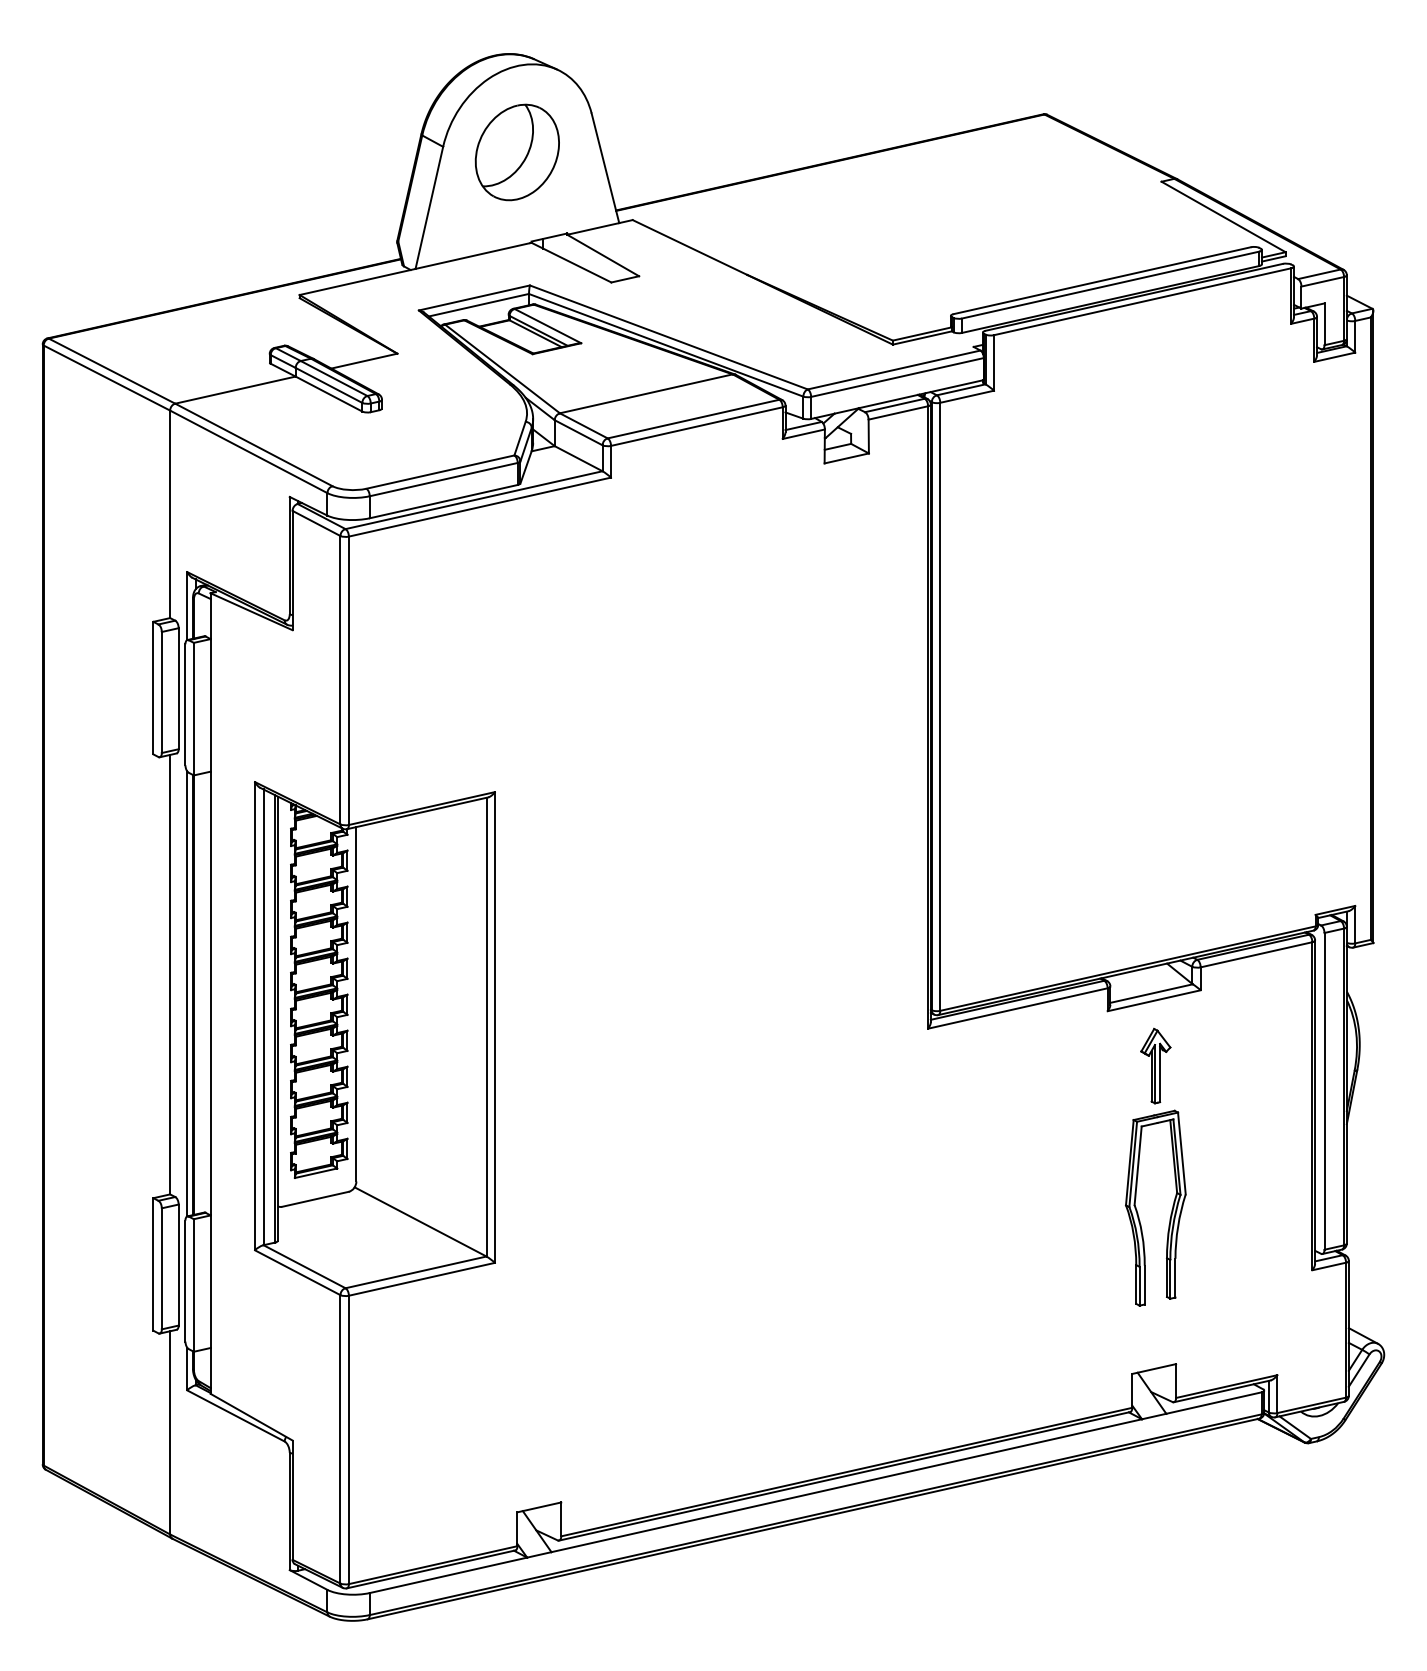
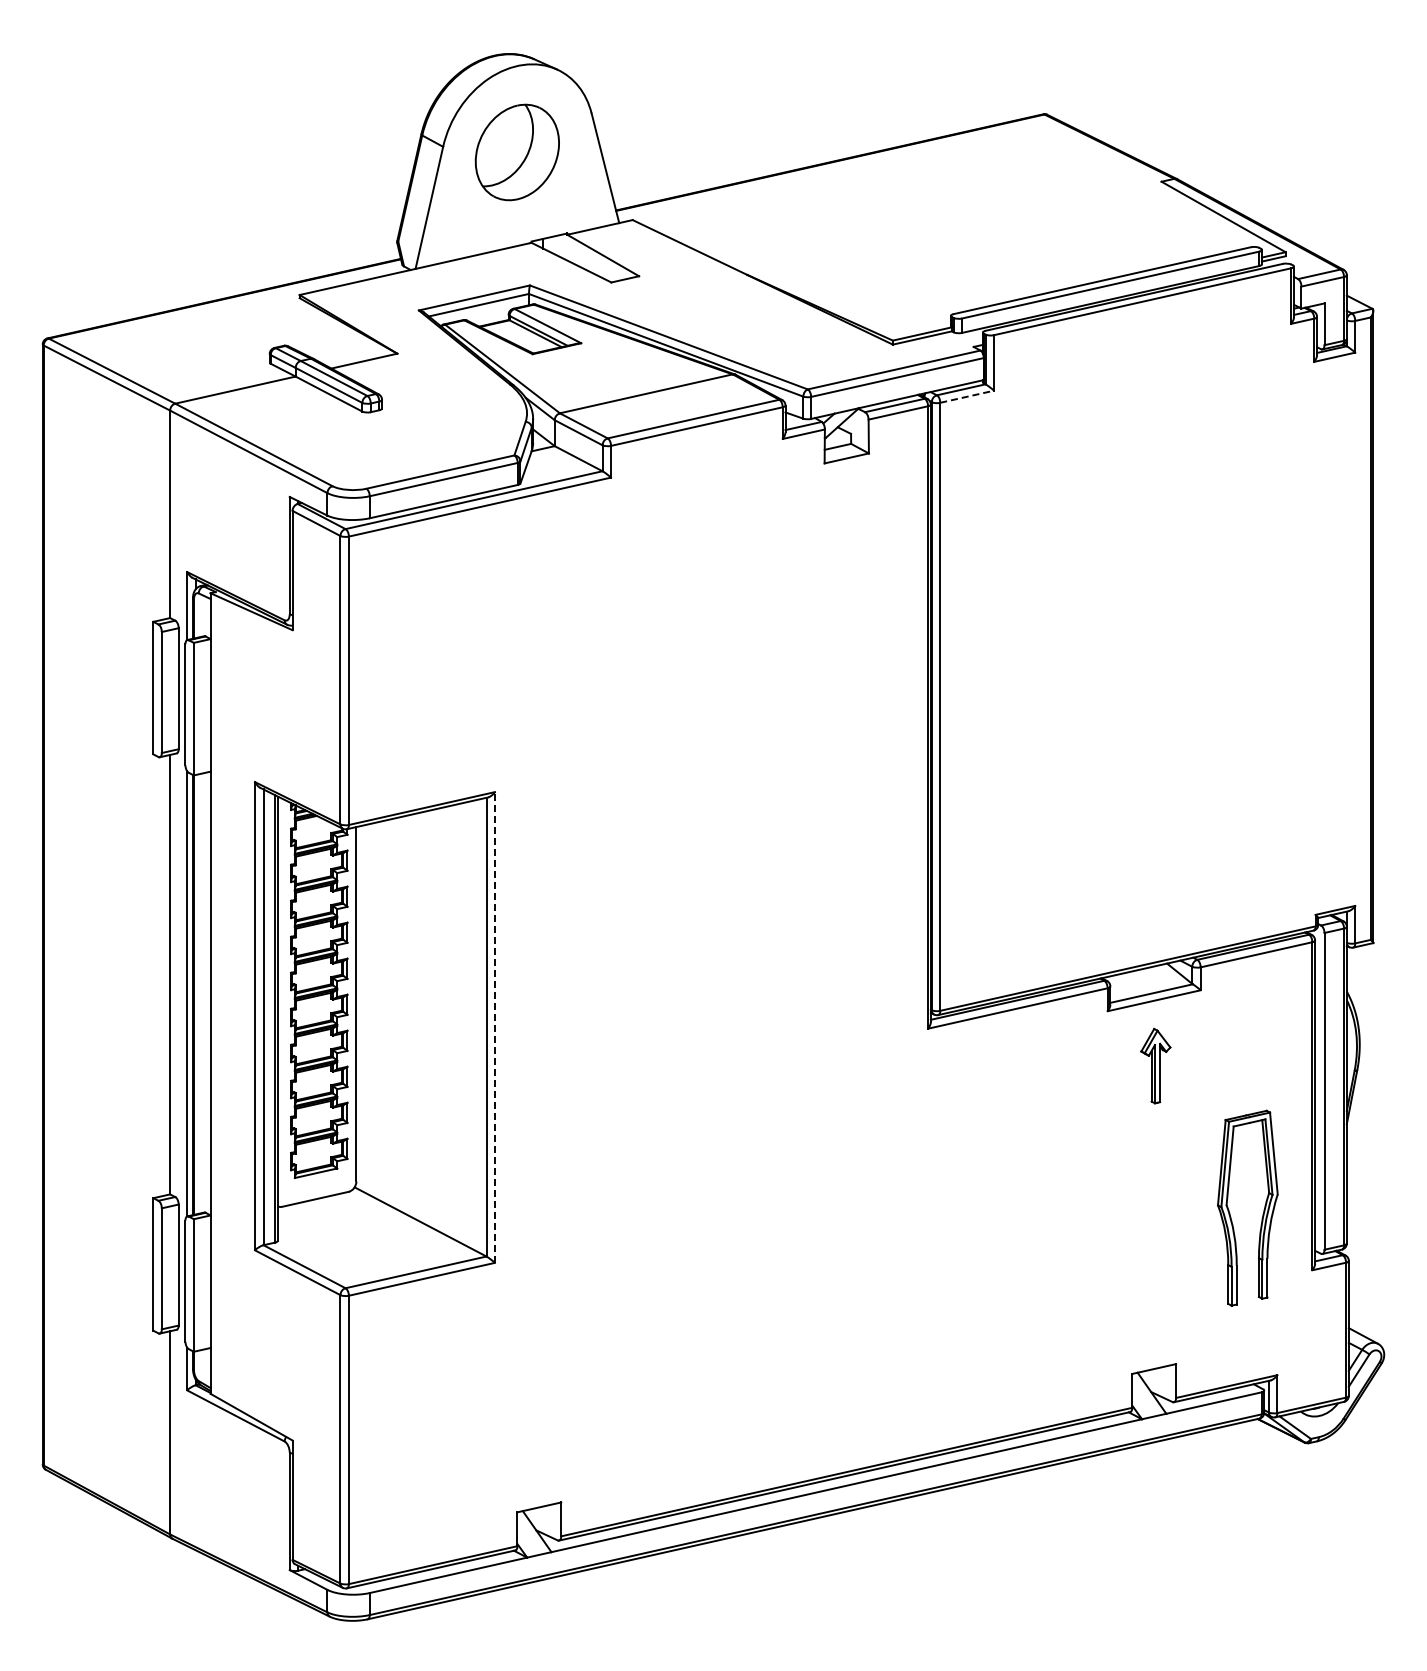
line at (967, 396): solid -> dashed
line at (494, 1027): solid -> dashed
part at (1171, 1209) position: (1171, 1209) -> (1263, 1209)
